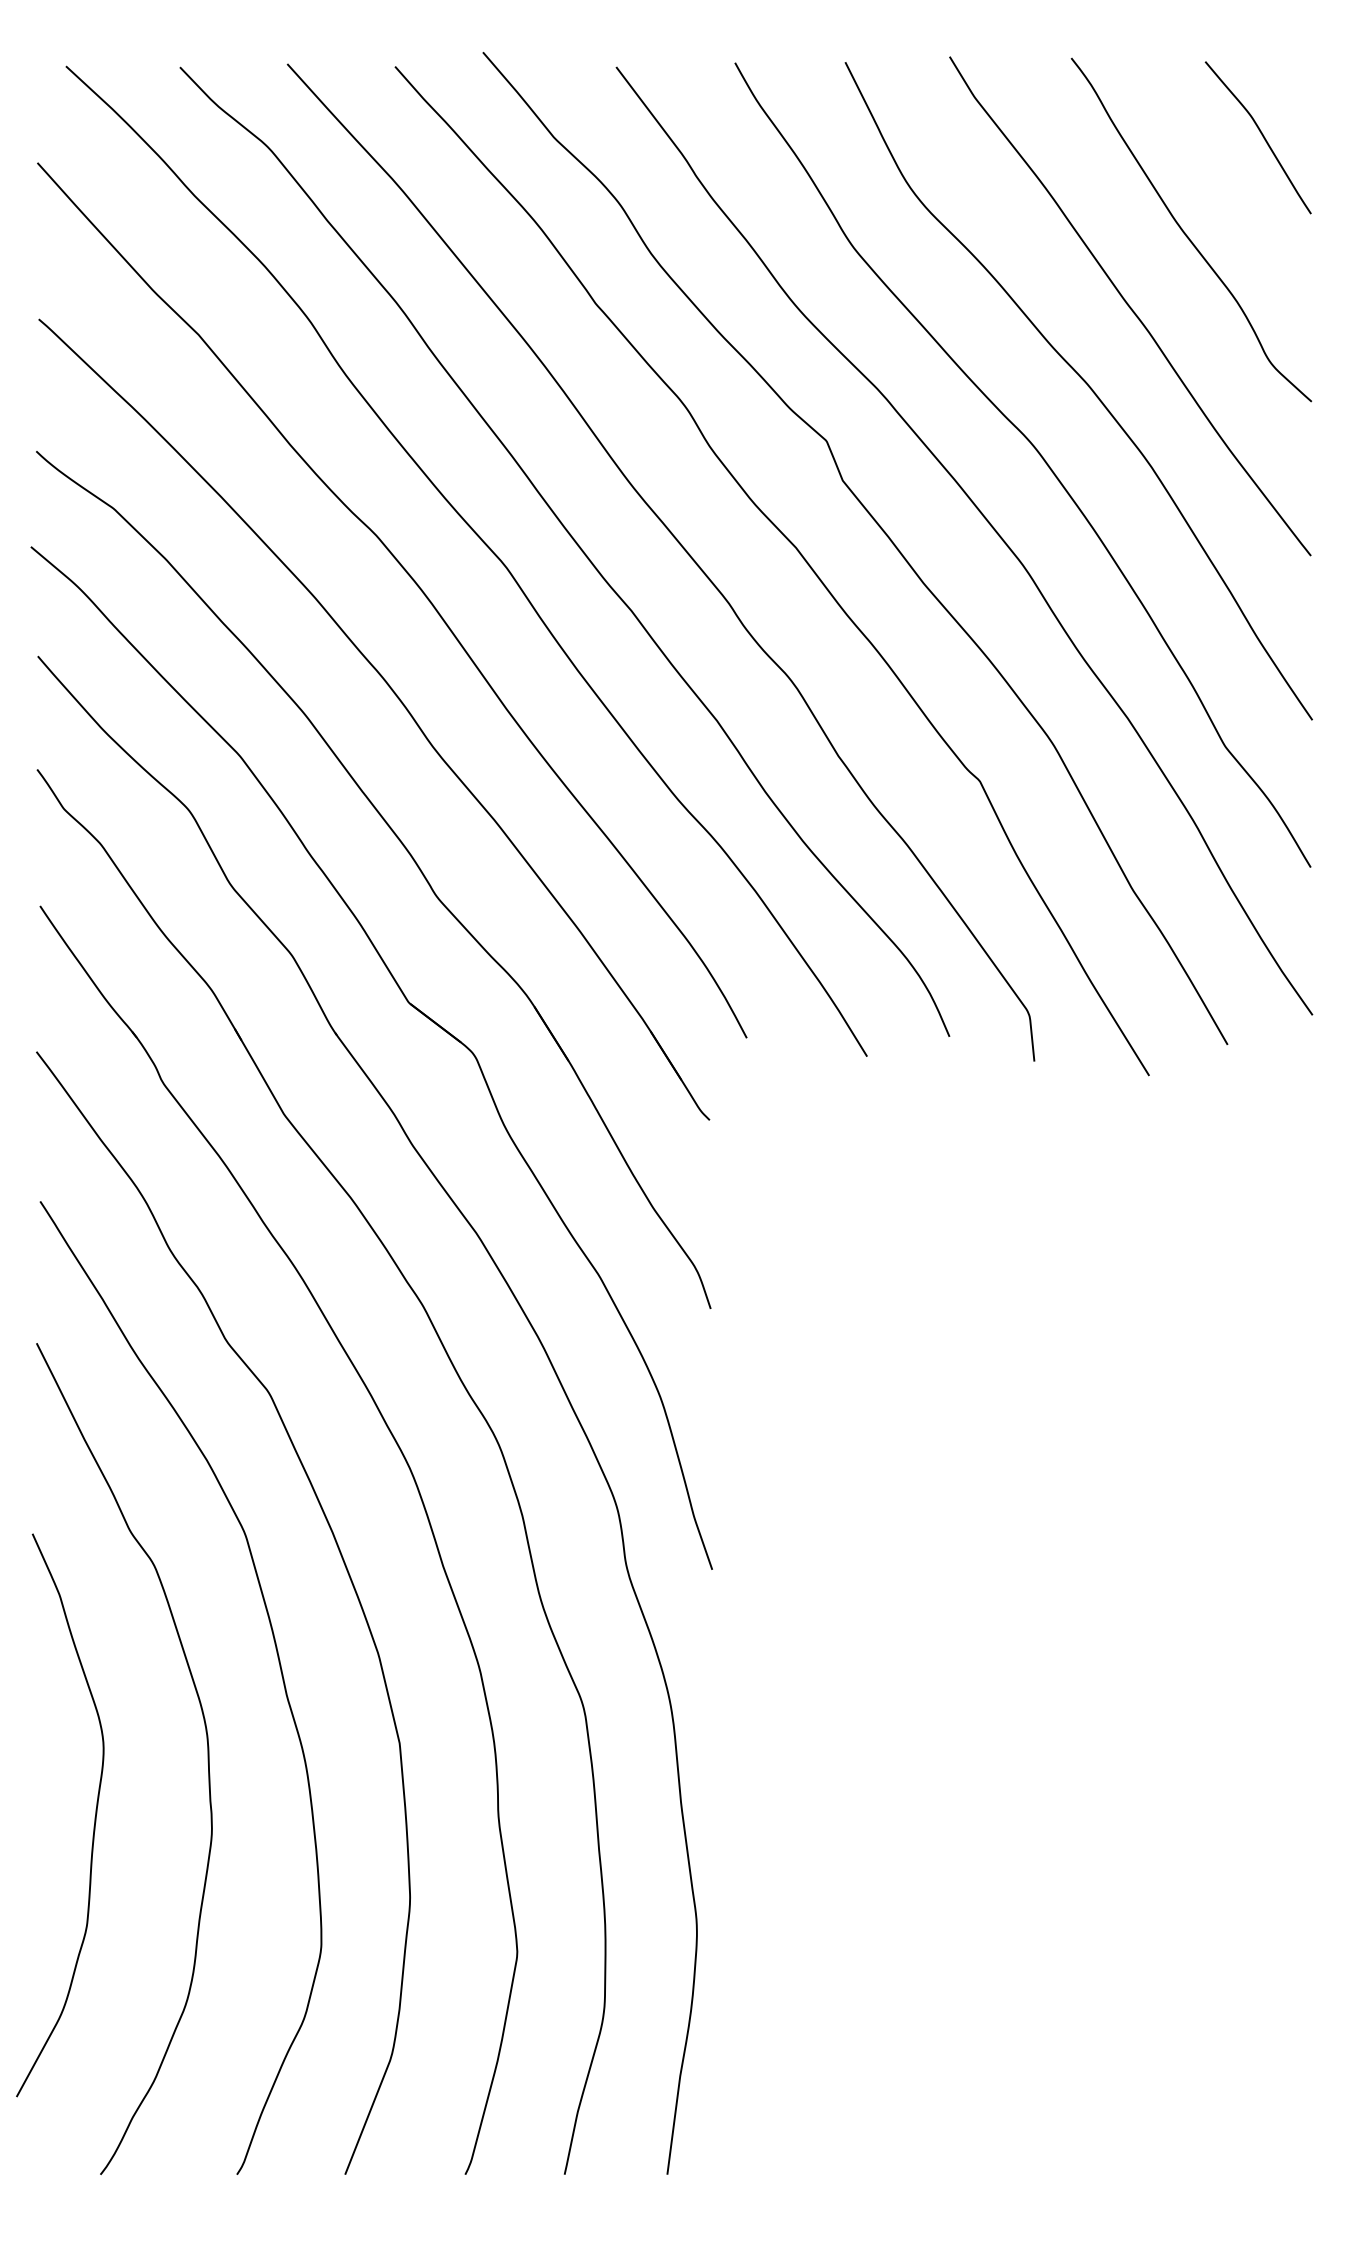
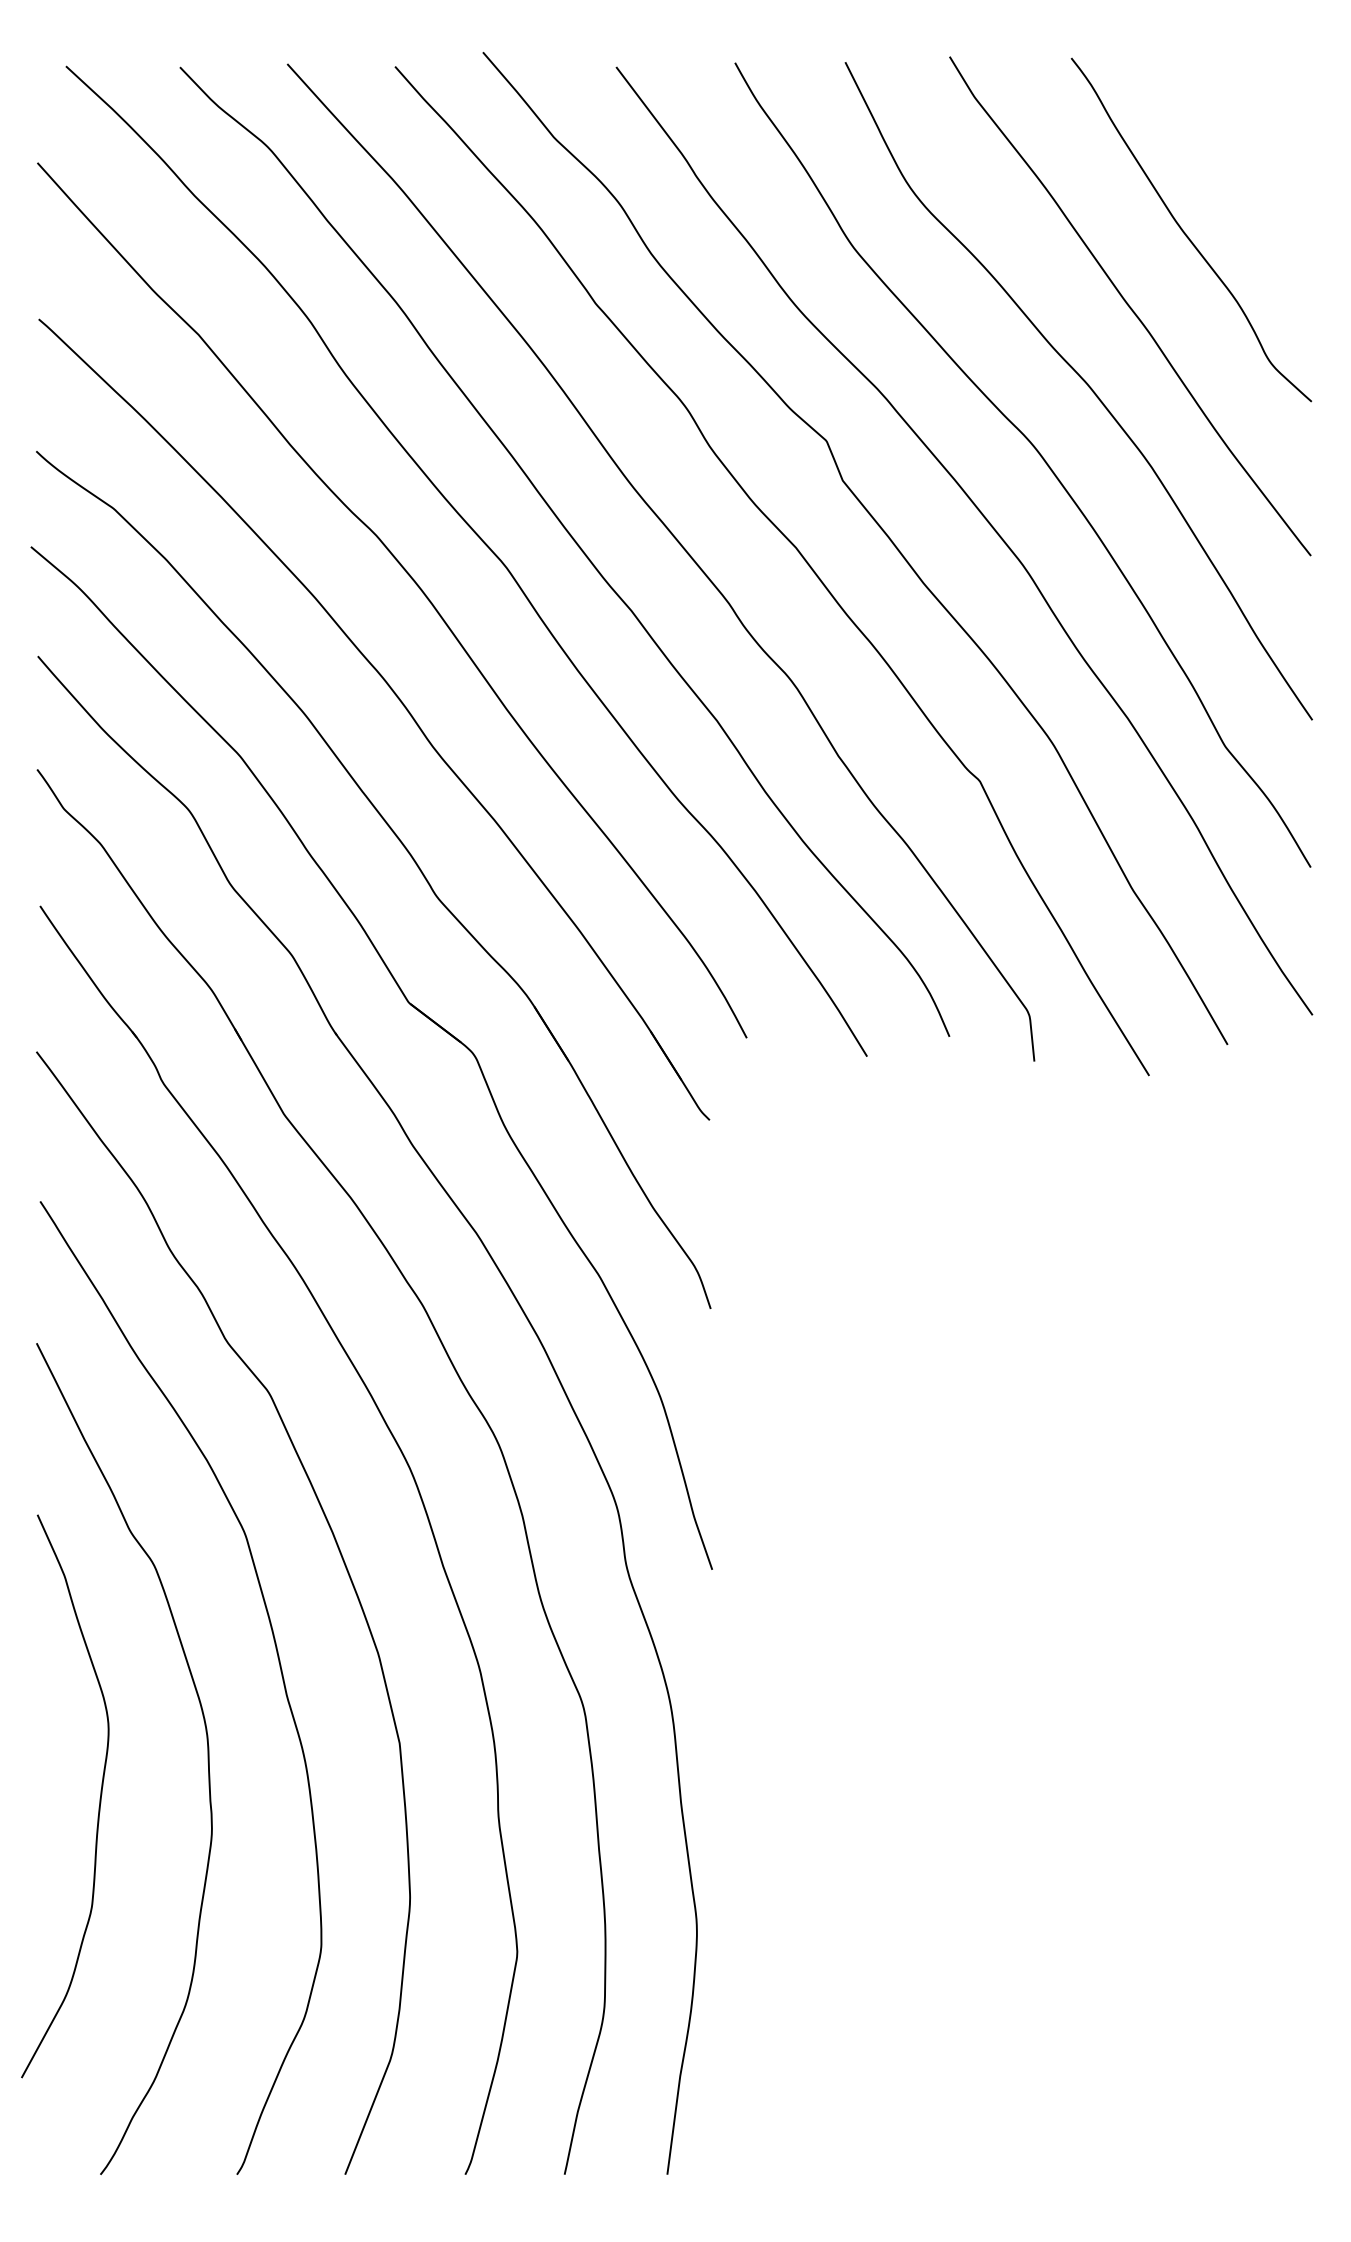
curve at (1261, 135): present -> none
curve at (94, 1817) position: (94, 1817) -> (99, 1798)
